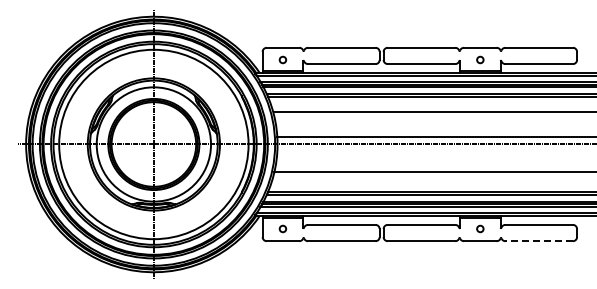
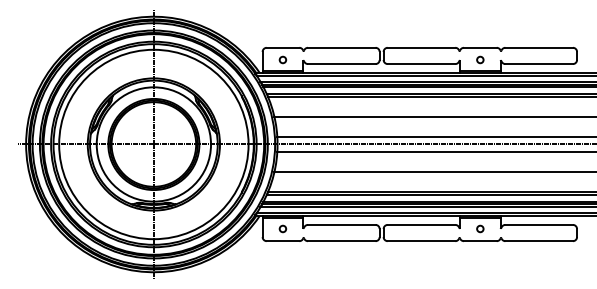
line at (433, 111) position: (433, 111) -> (433, 116)
line at (435, 151): none -> present
line at (539, 241): dashed -> solid
